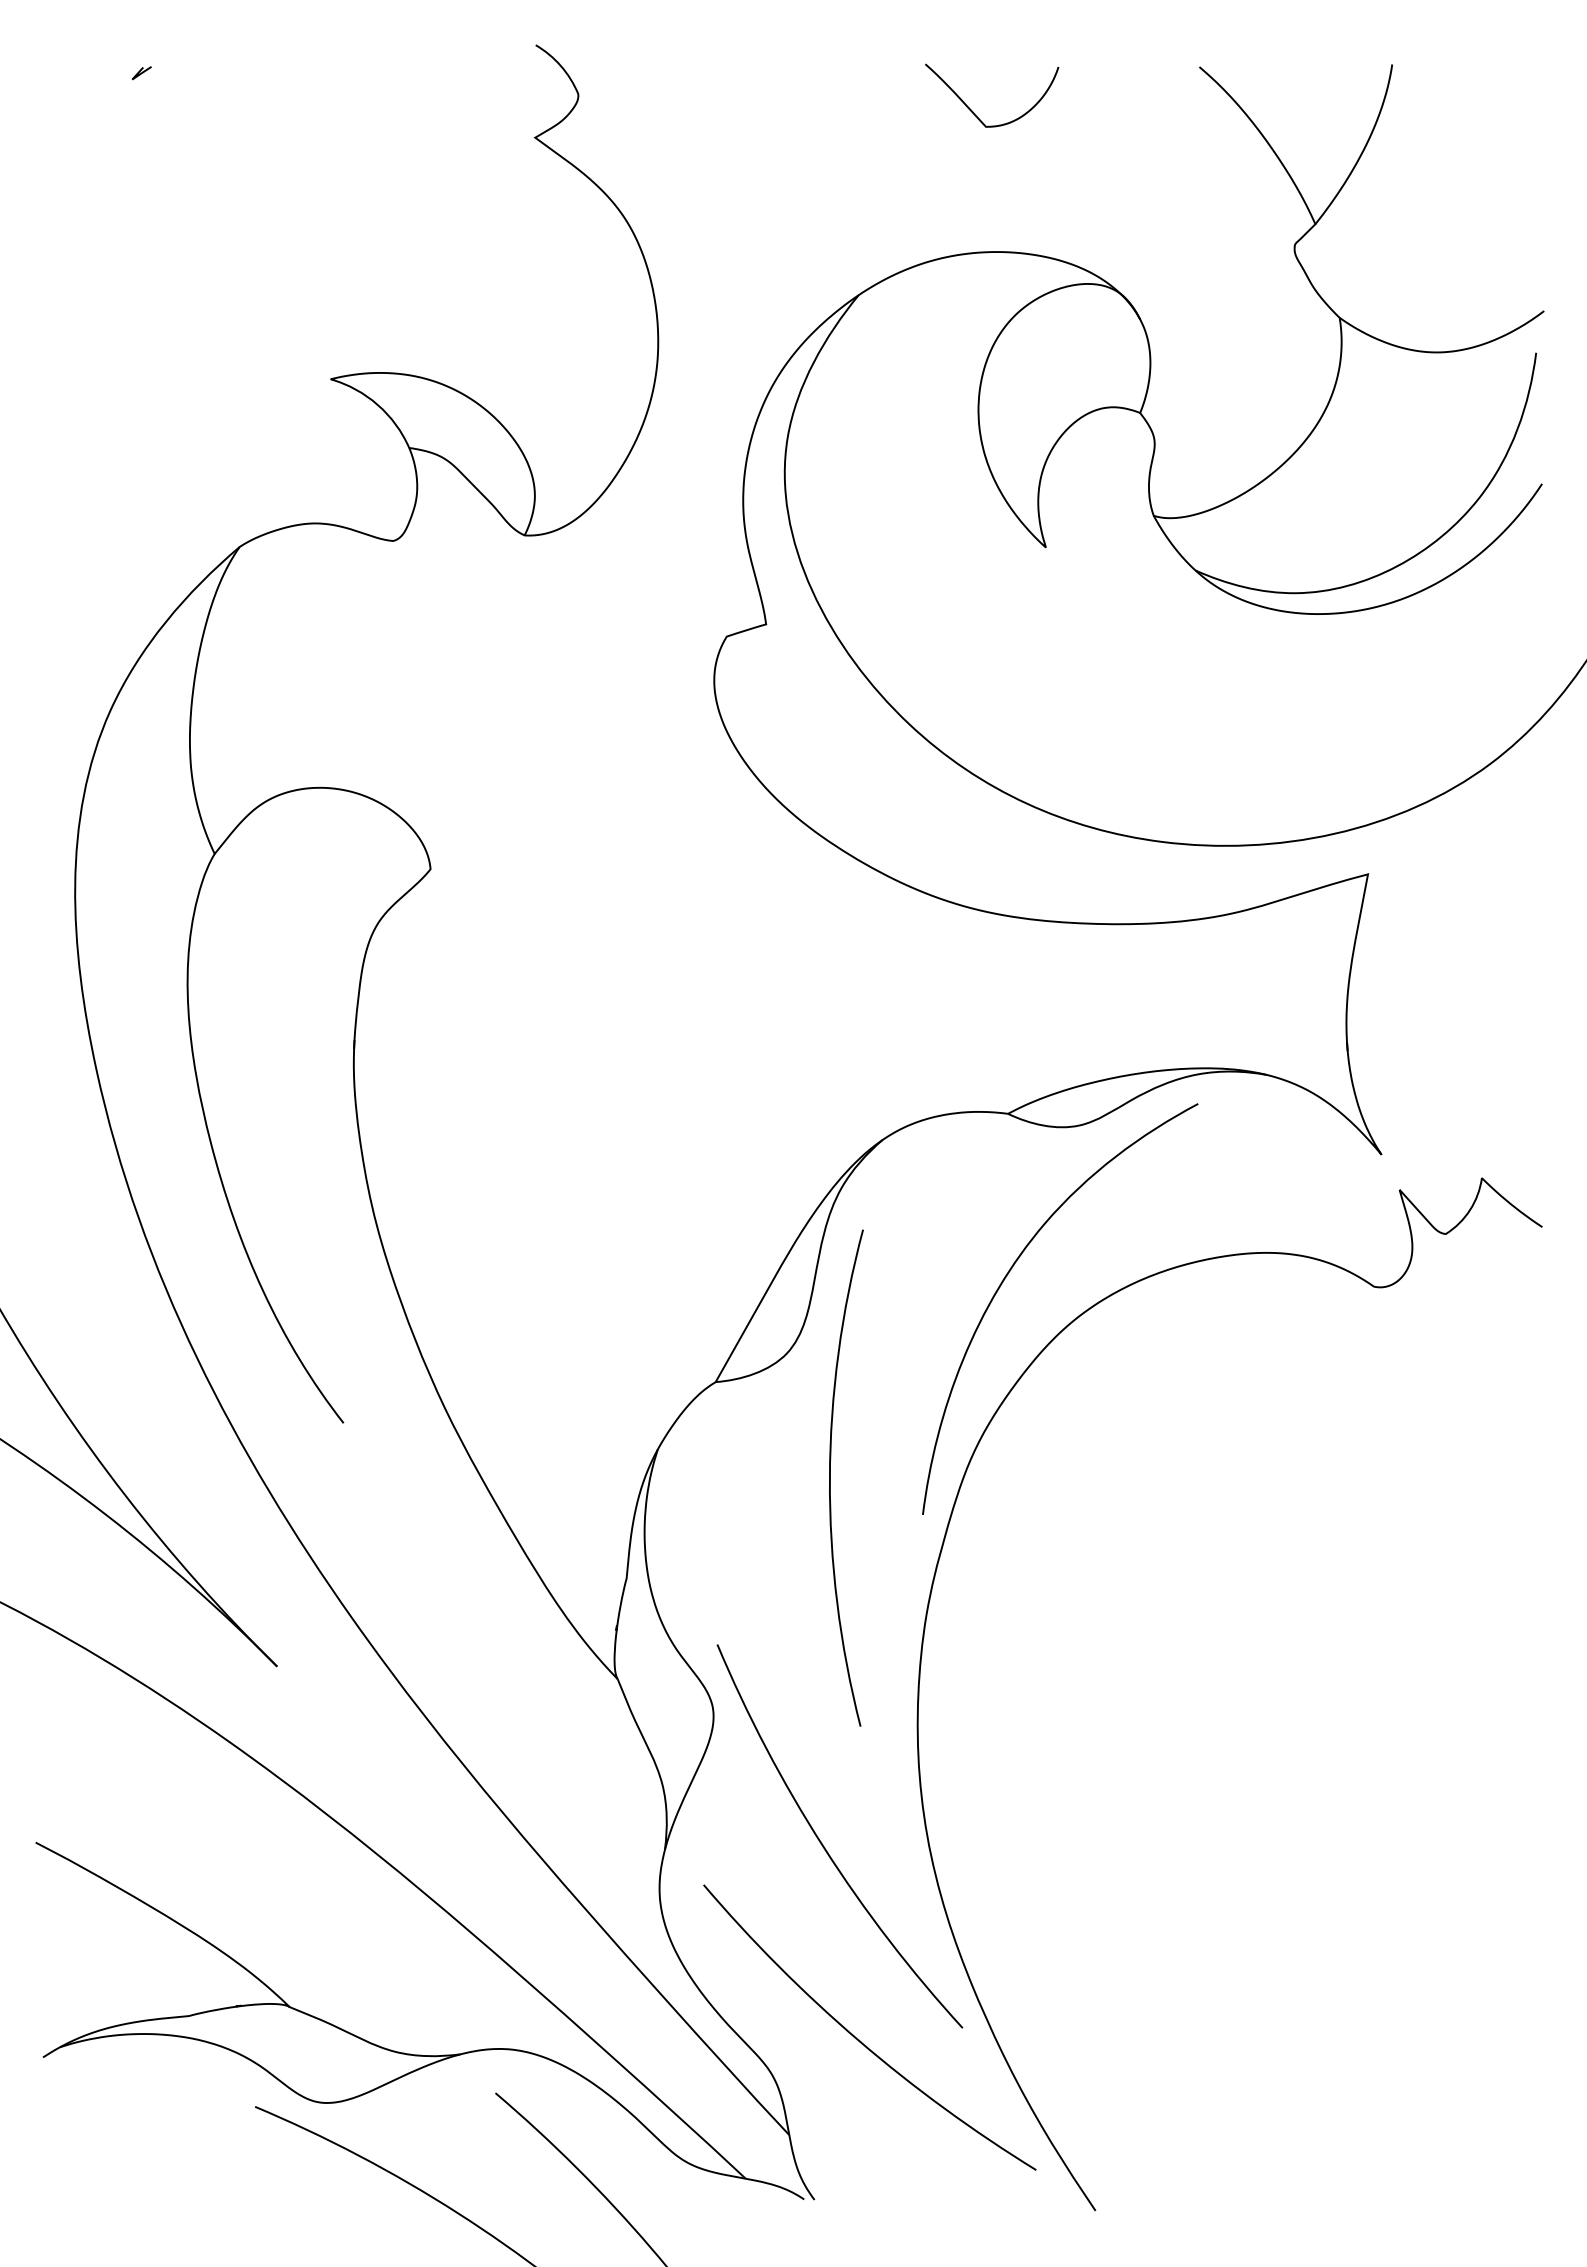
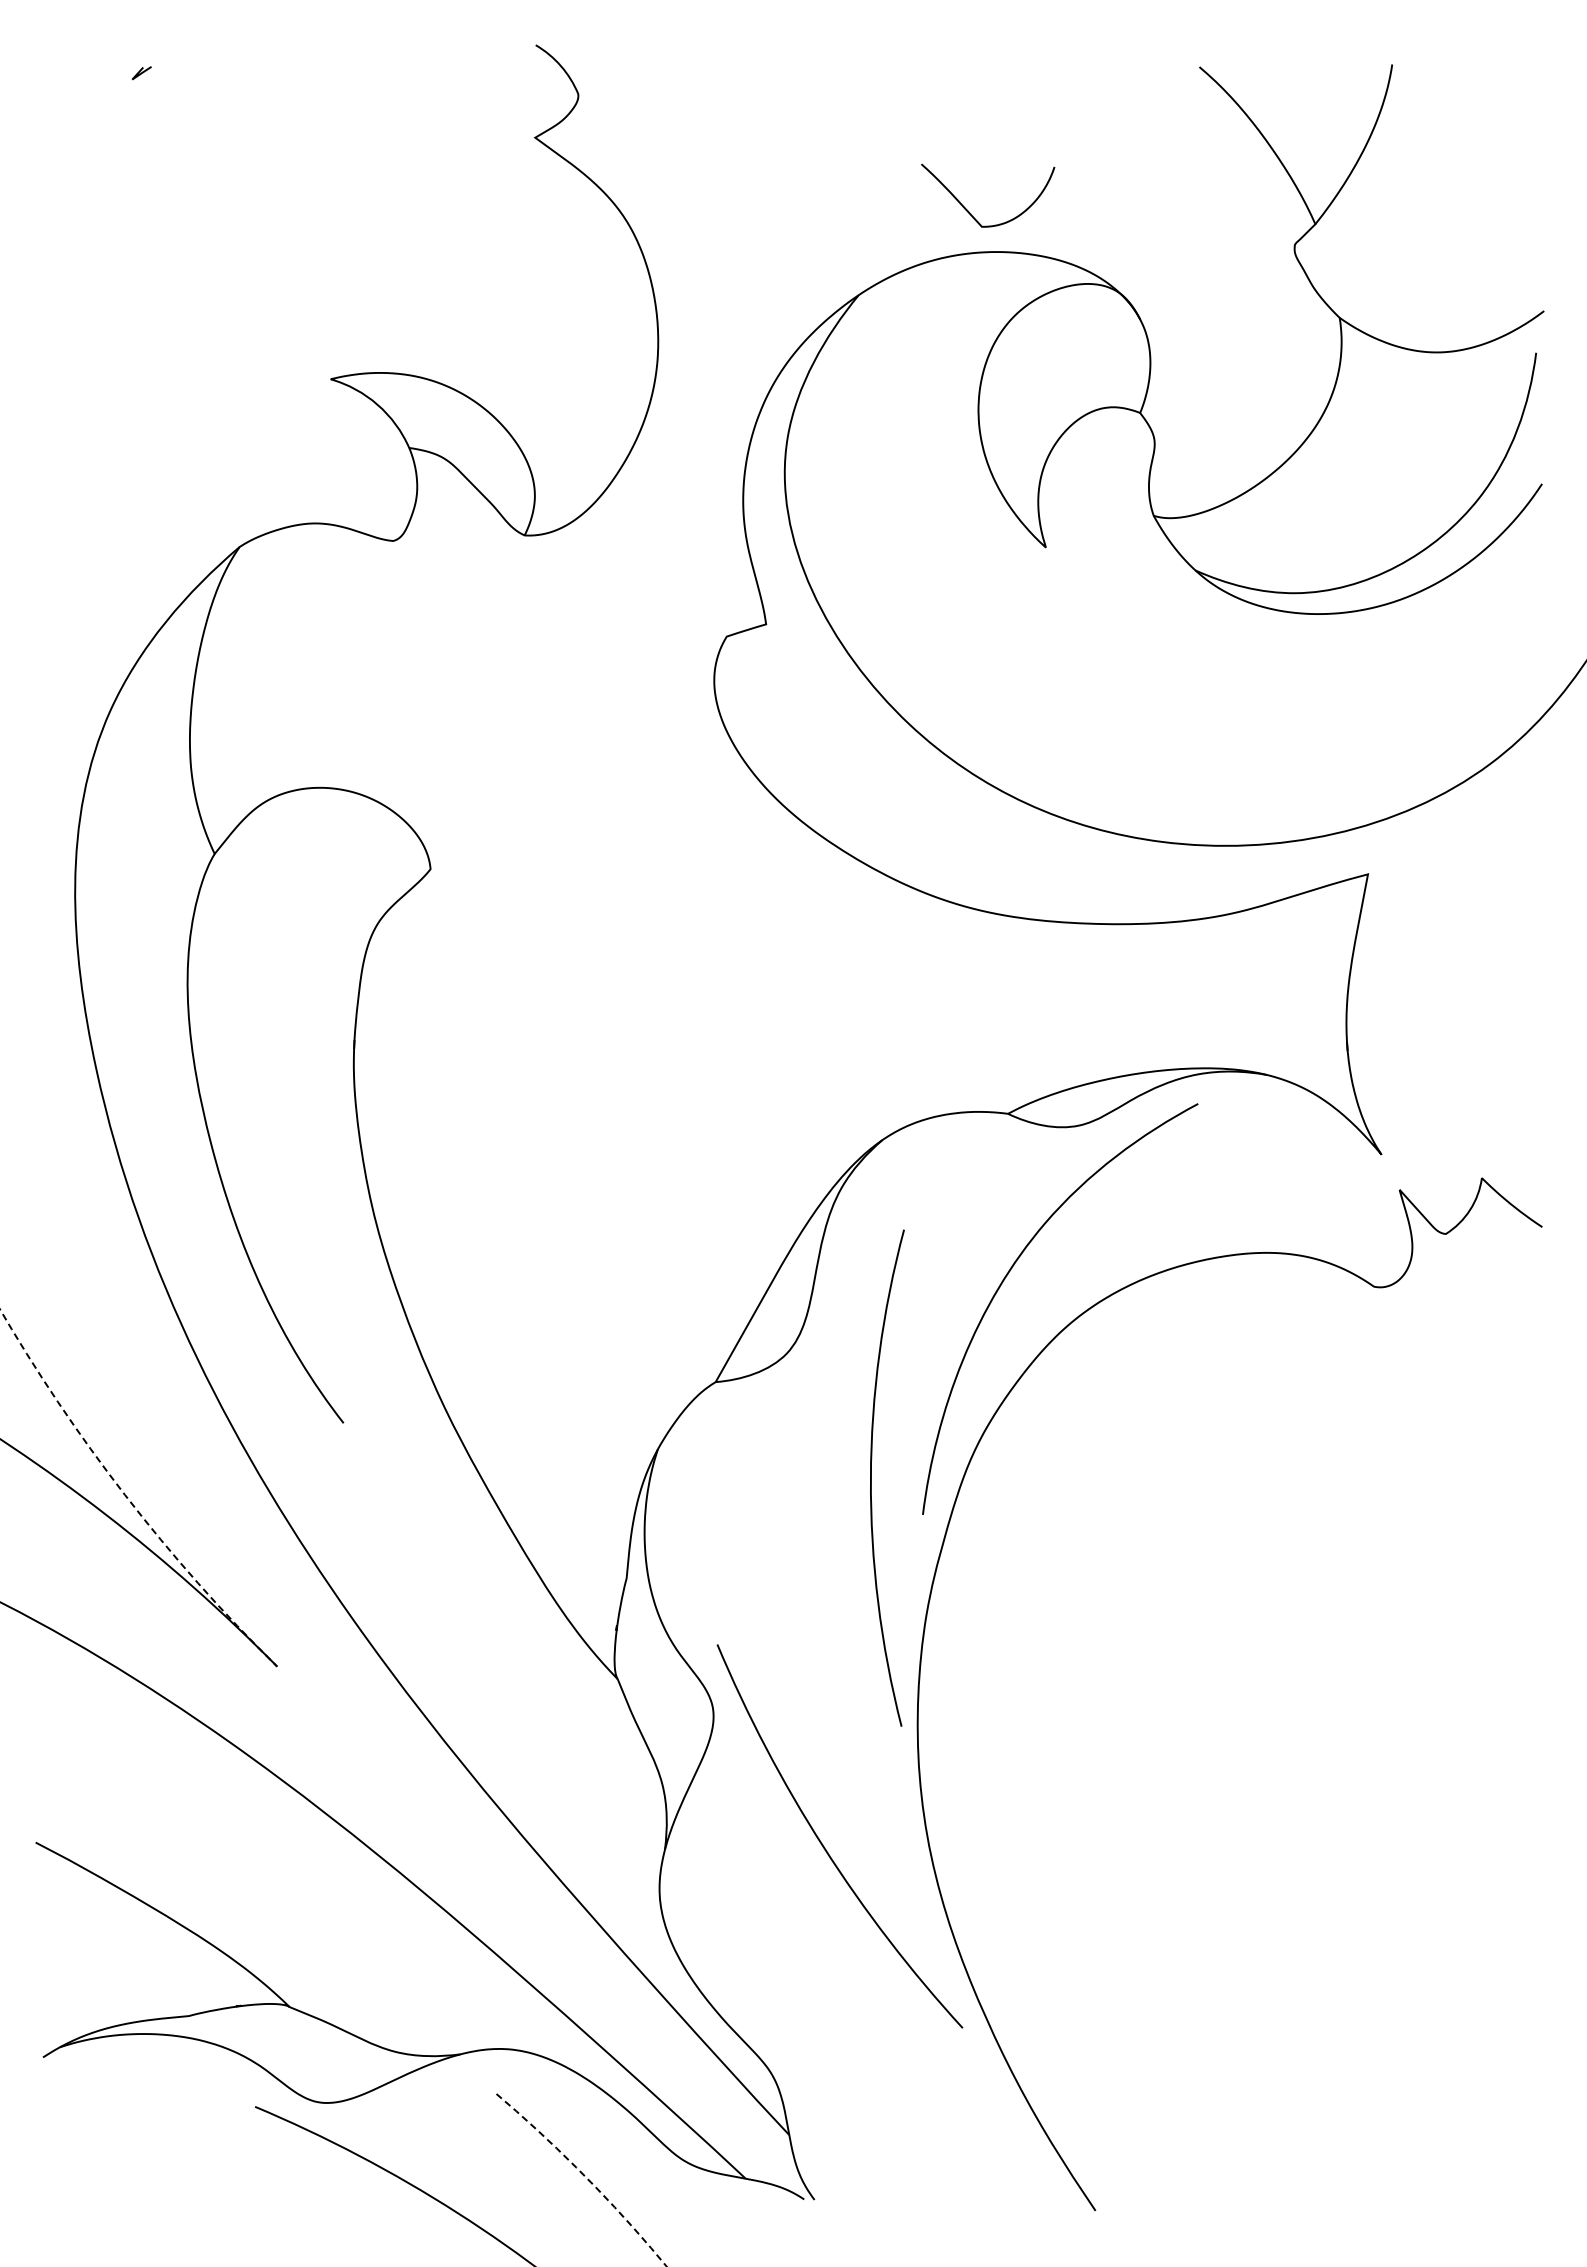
curve at (974, 112) position: (974, 112) -> (970, 212)
arc at (830, 1477) position: (830, 1477) -> (871, 1477)
arc at (126, 1497): solid -> dashed
arc at (859, 2039): present -> none
arc at (584, 2176): solid -> dashed
